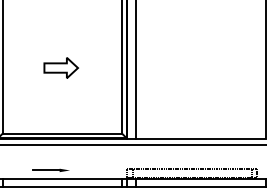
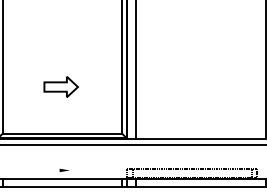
part at (60, 67) position: (60, 67) -> (60, 86)
line at (46, 170): present -> none
